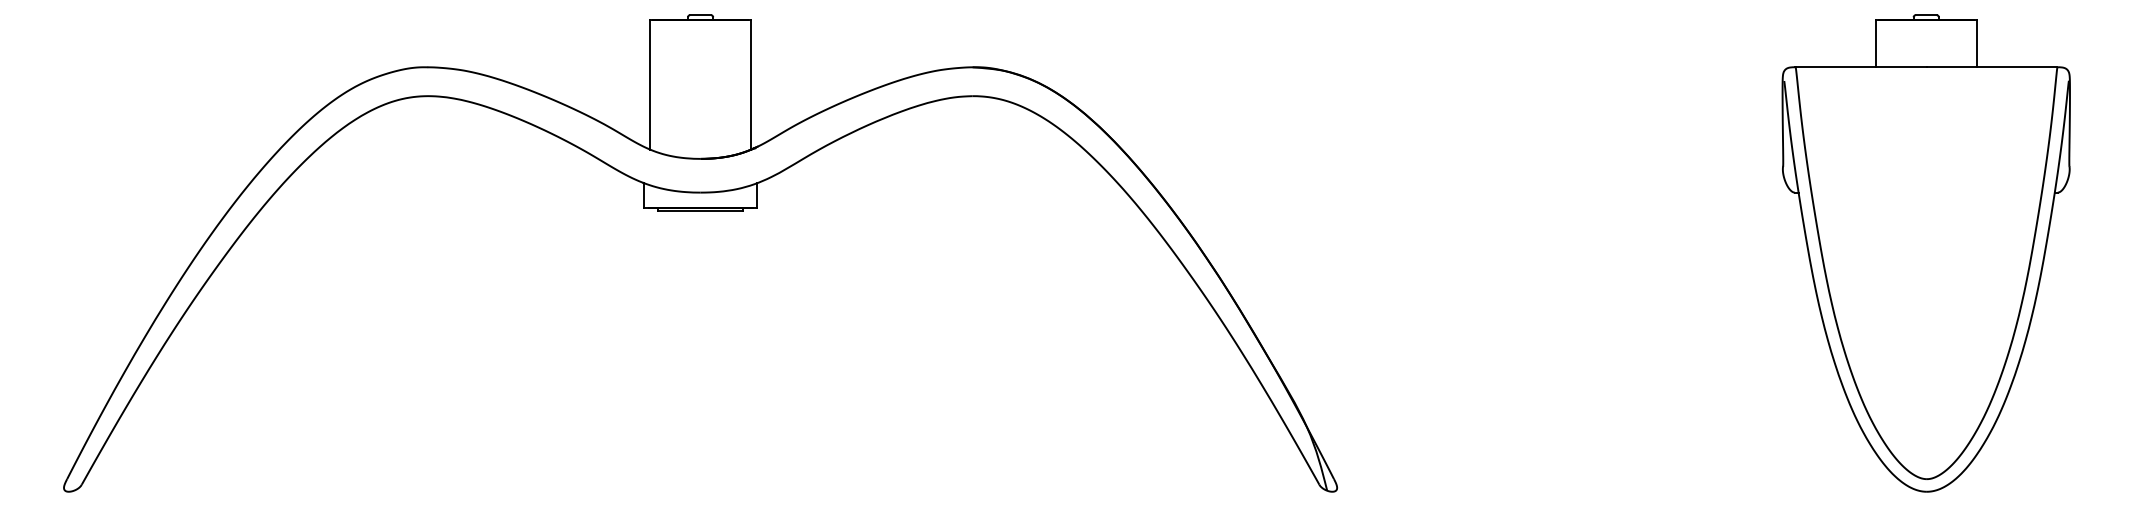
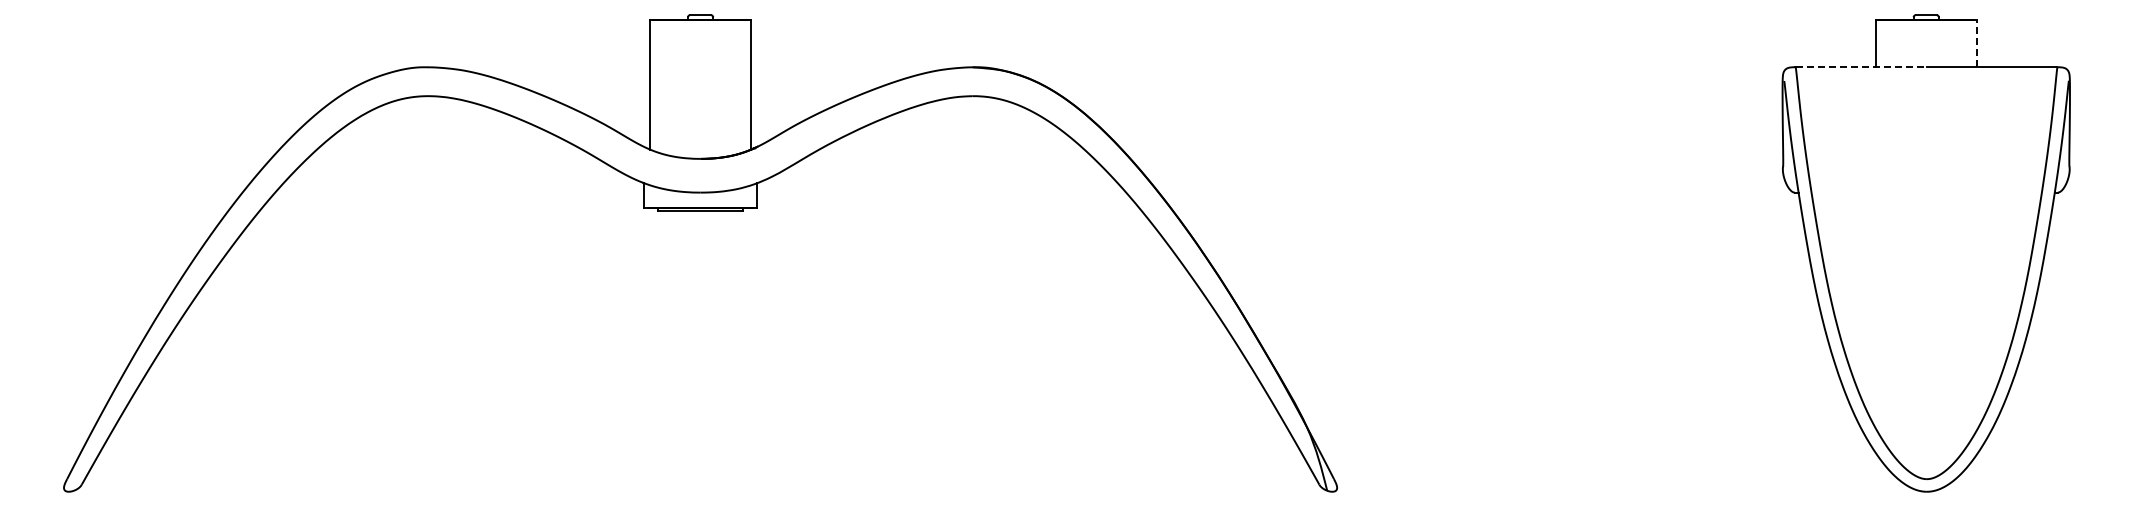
line at (1976, 43): solid -> dashed
line at (1861, 67): solid -> dashed
